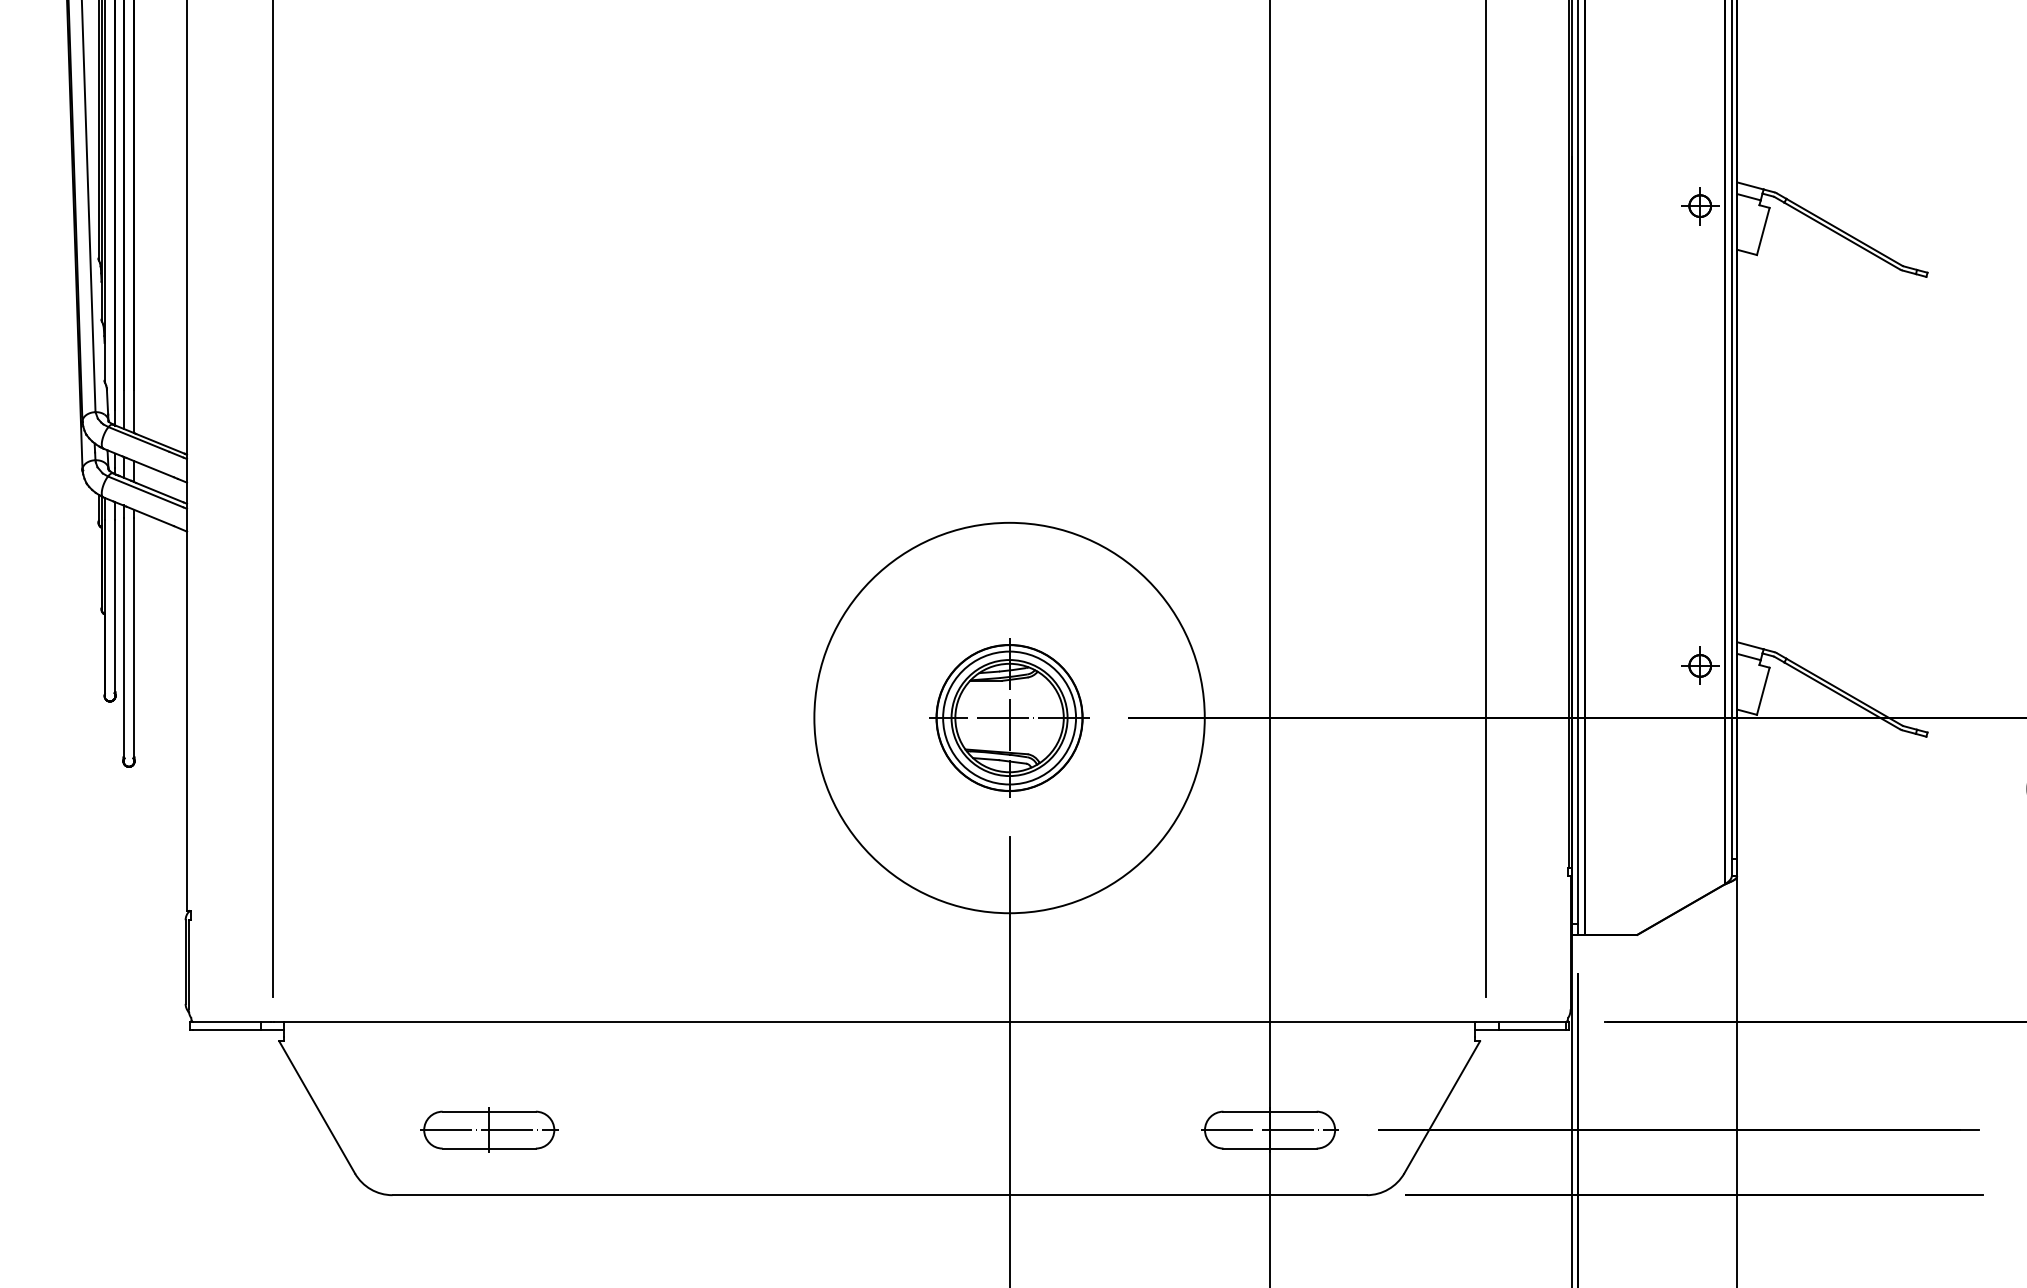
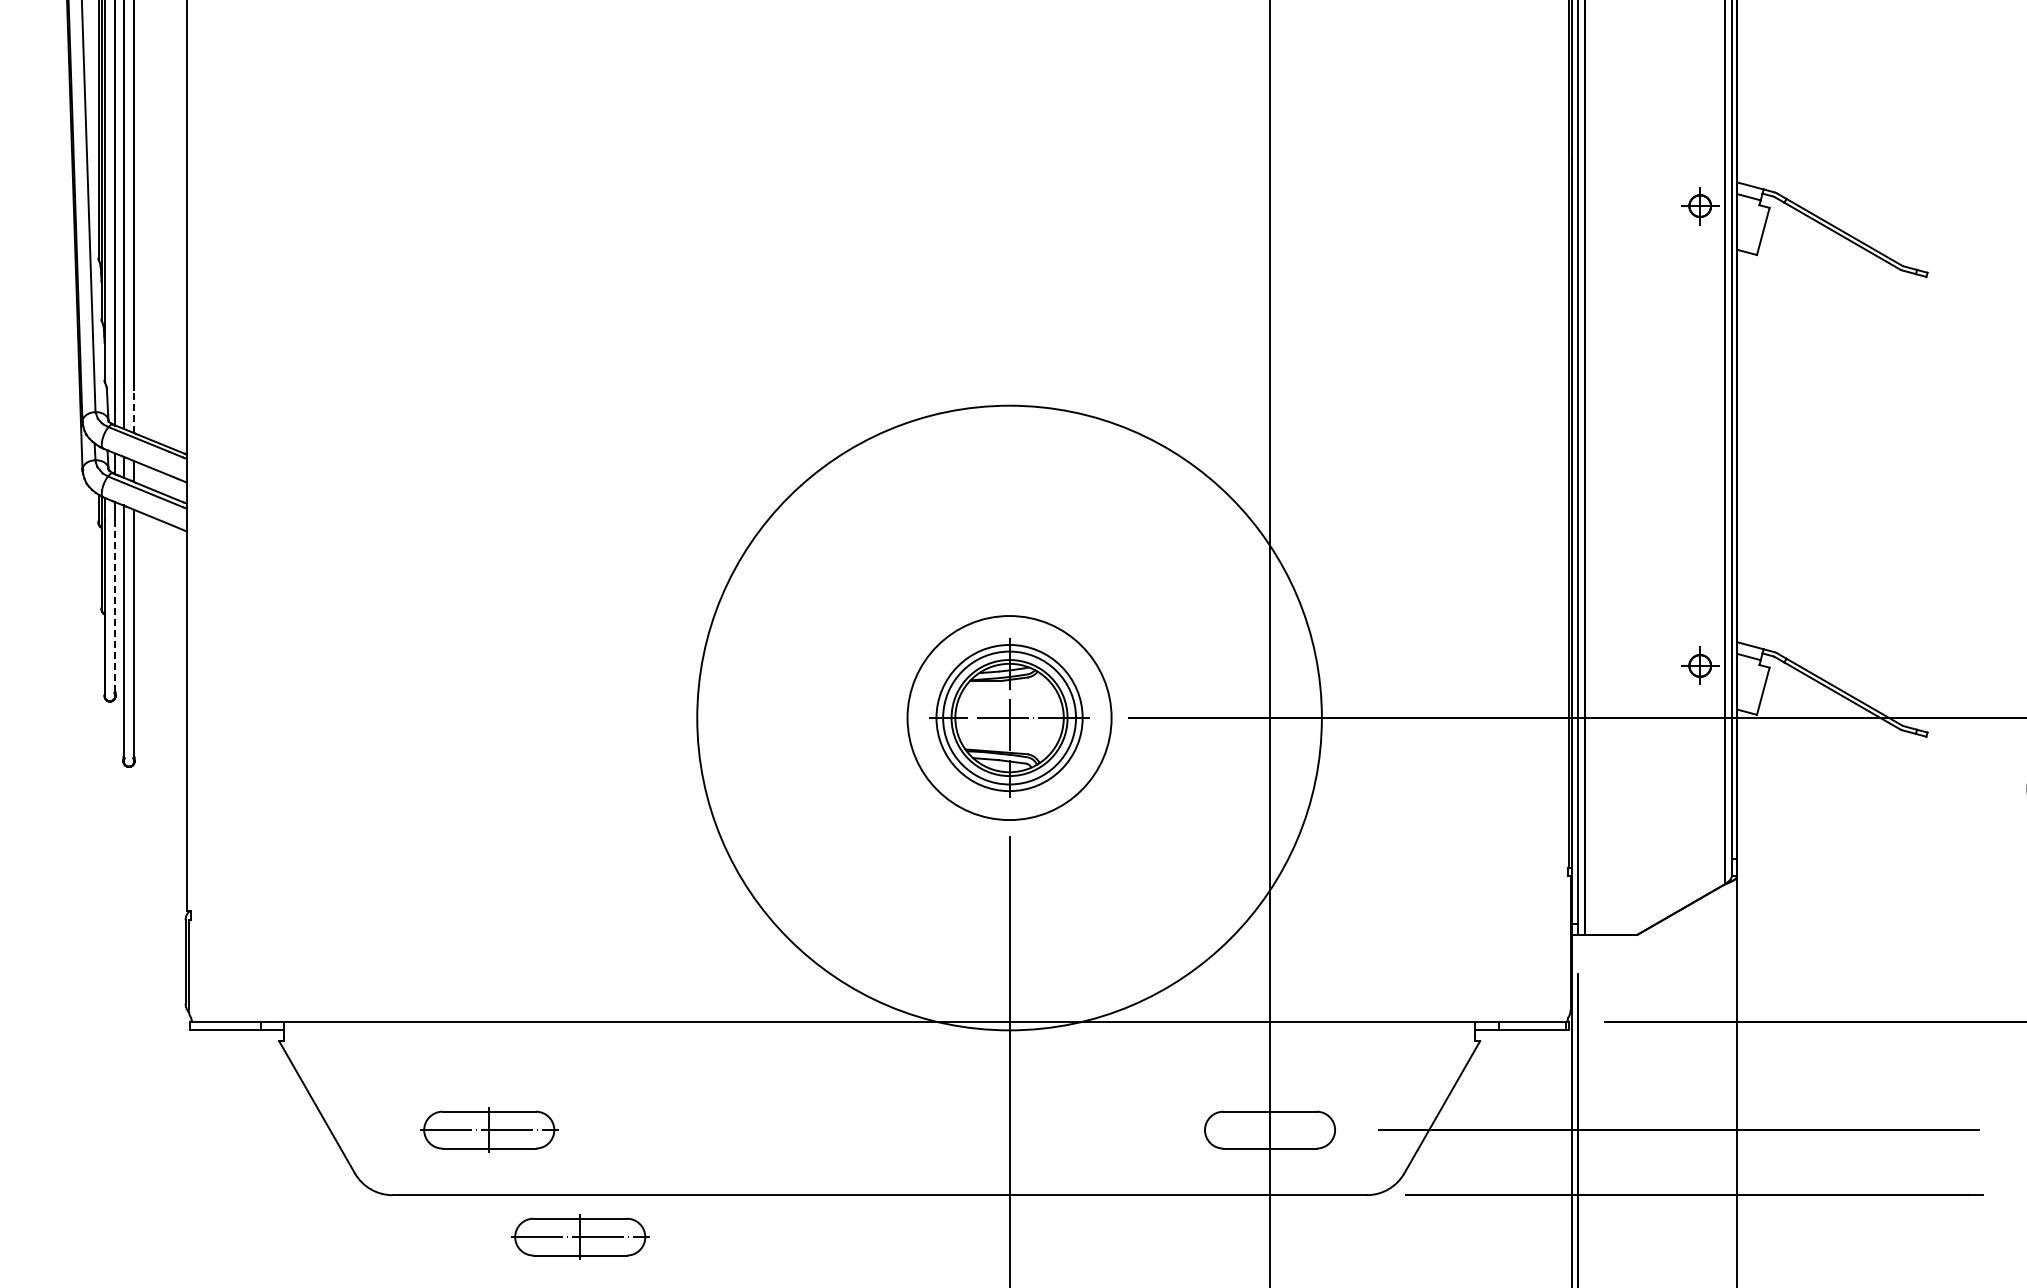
line at (134, 411): solid -> dashed
line at (273, 499): present -> none
line at (1485, 499): present -> none
line at (115, 605): solid -> dashed
circle at (1009, 717) diameter: 146 px -> 204 px
circle at (1009, 717) diameter: 390 px -> 625 px
line at (1269, 1130): present -> none
part at (580, 1236): none -> present
